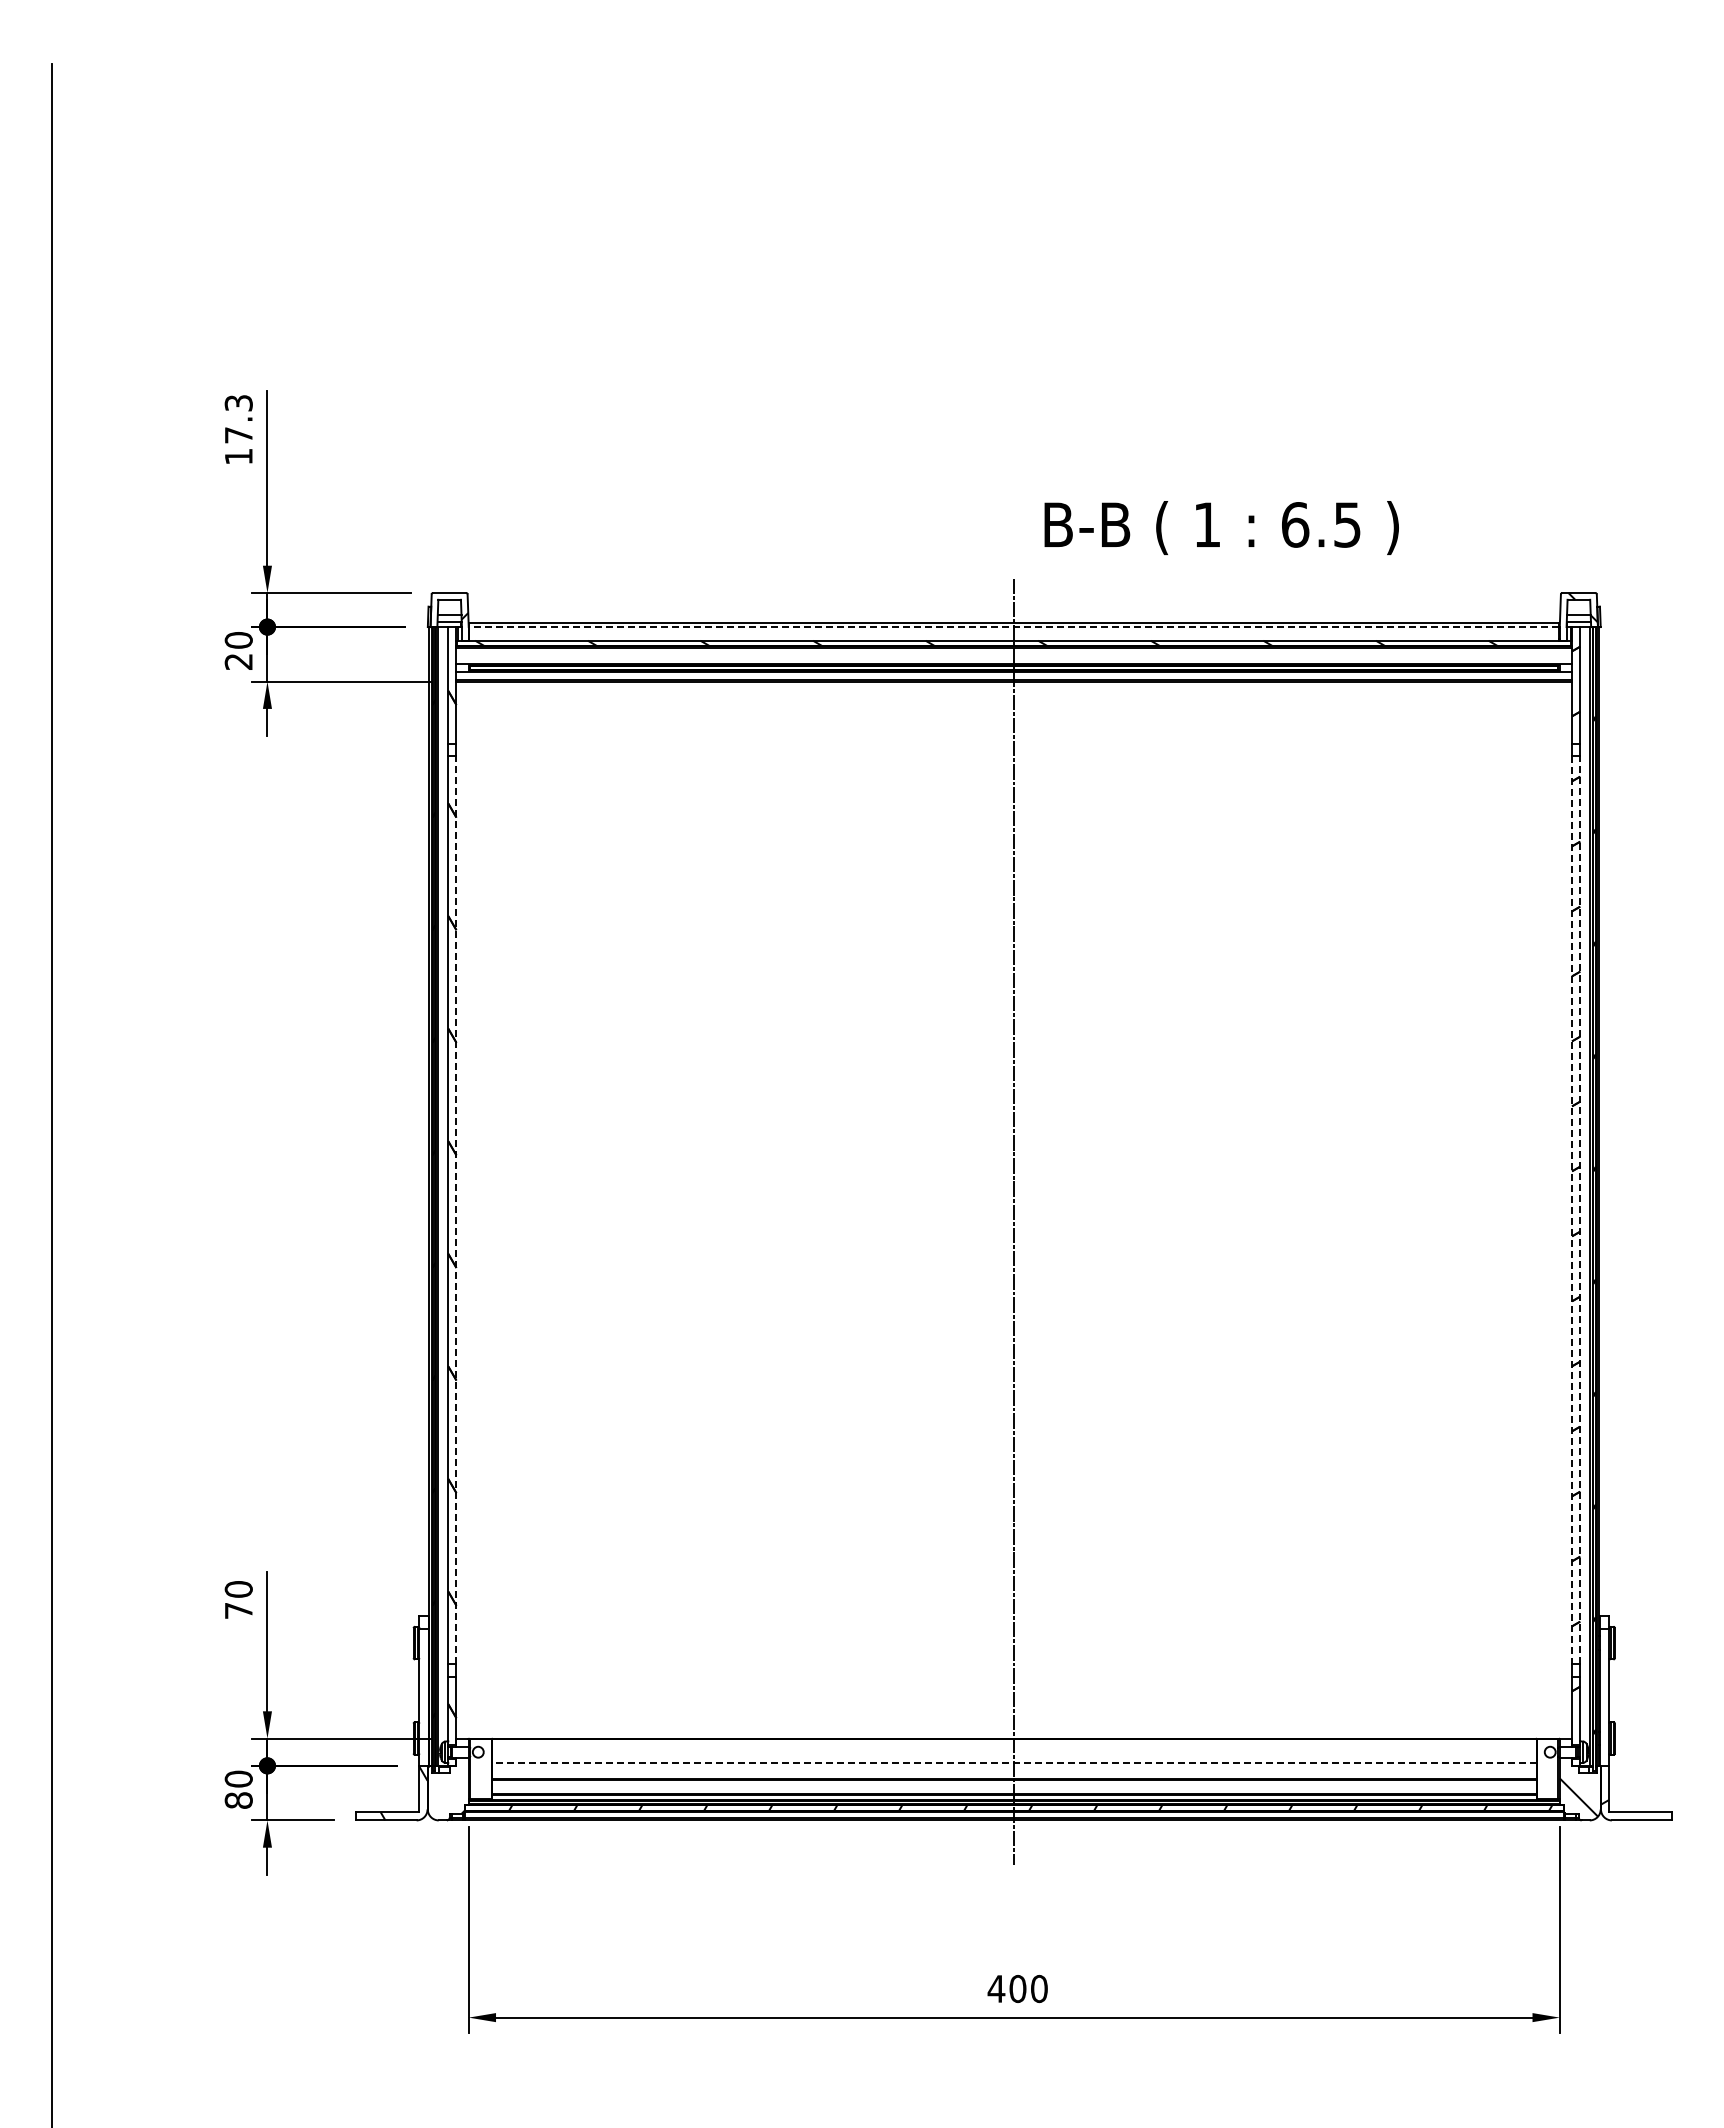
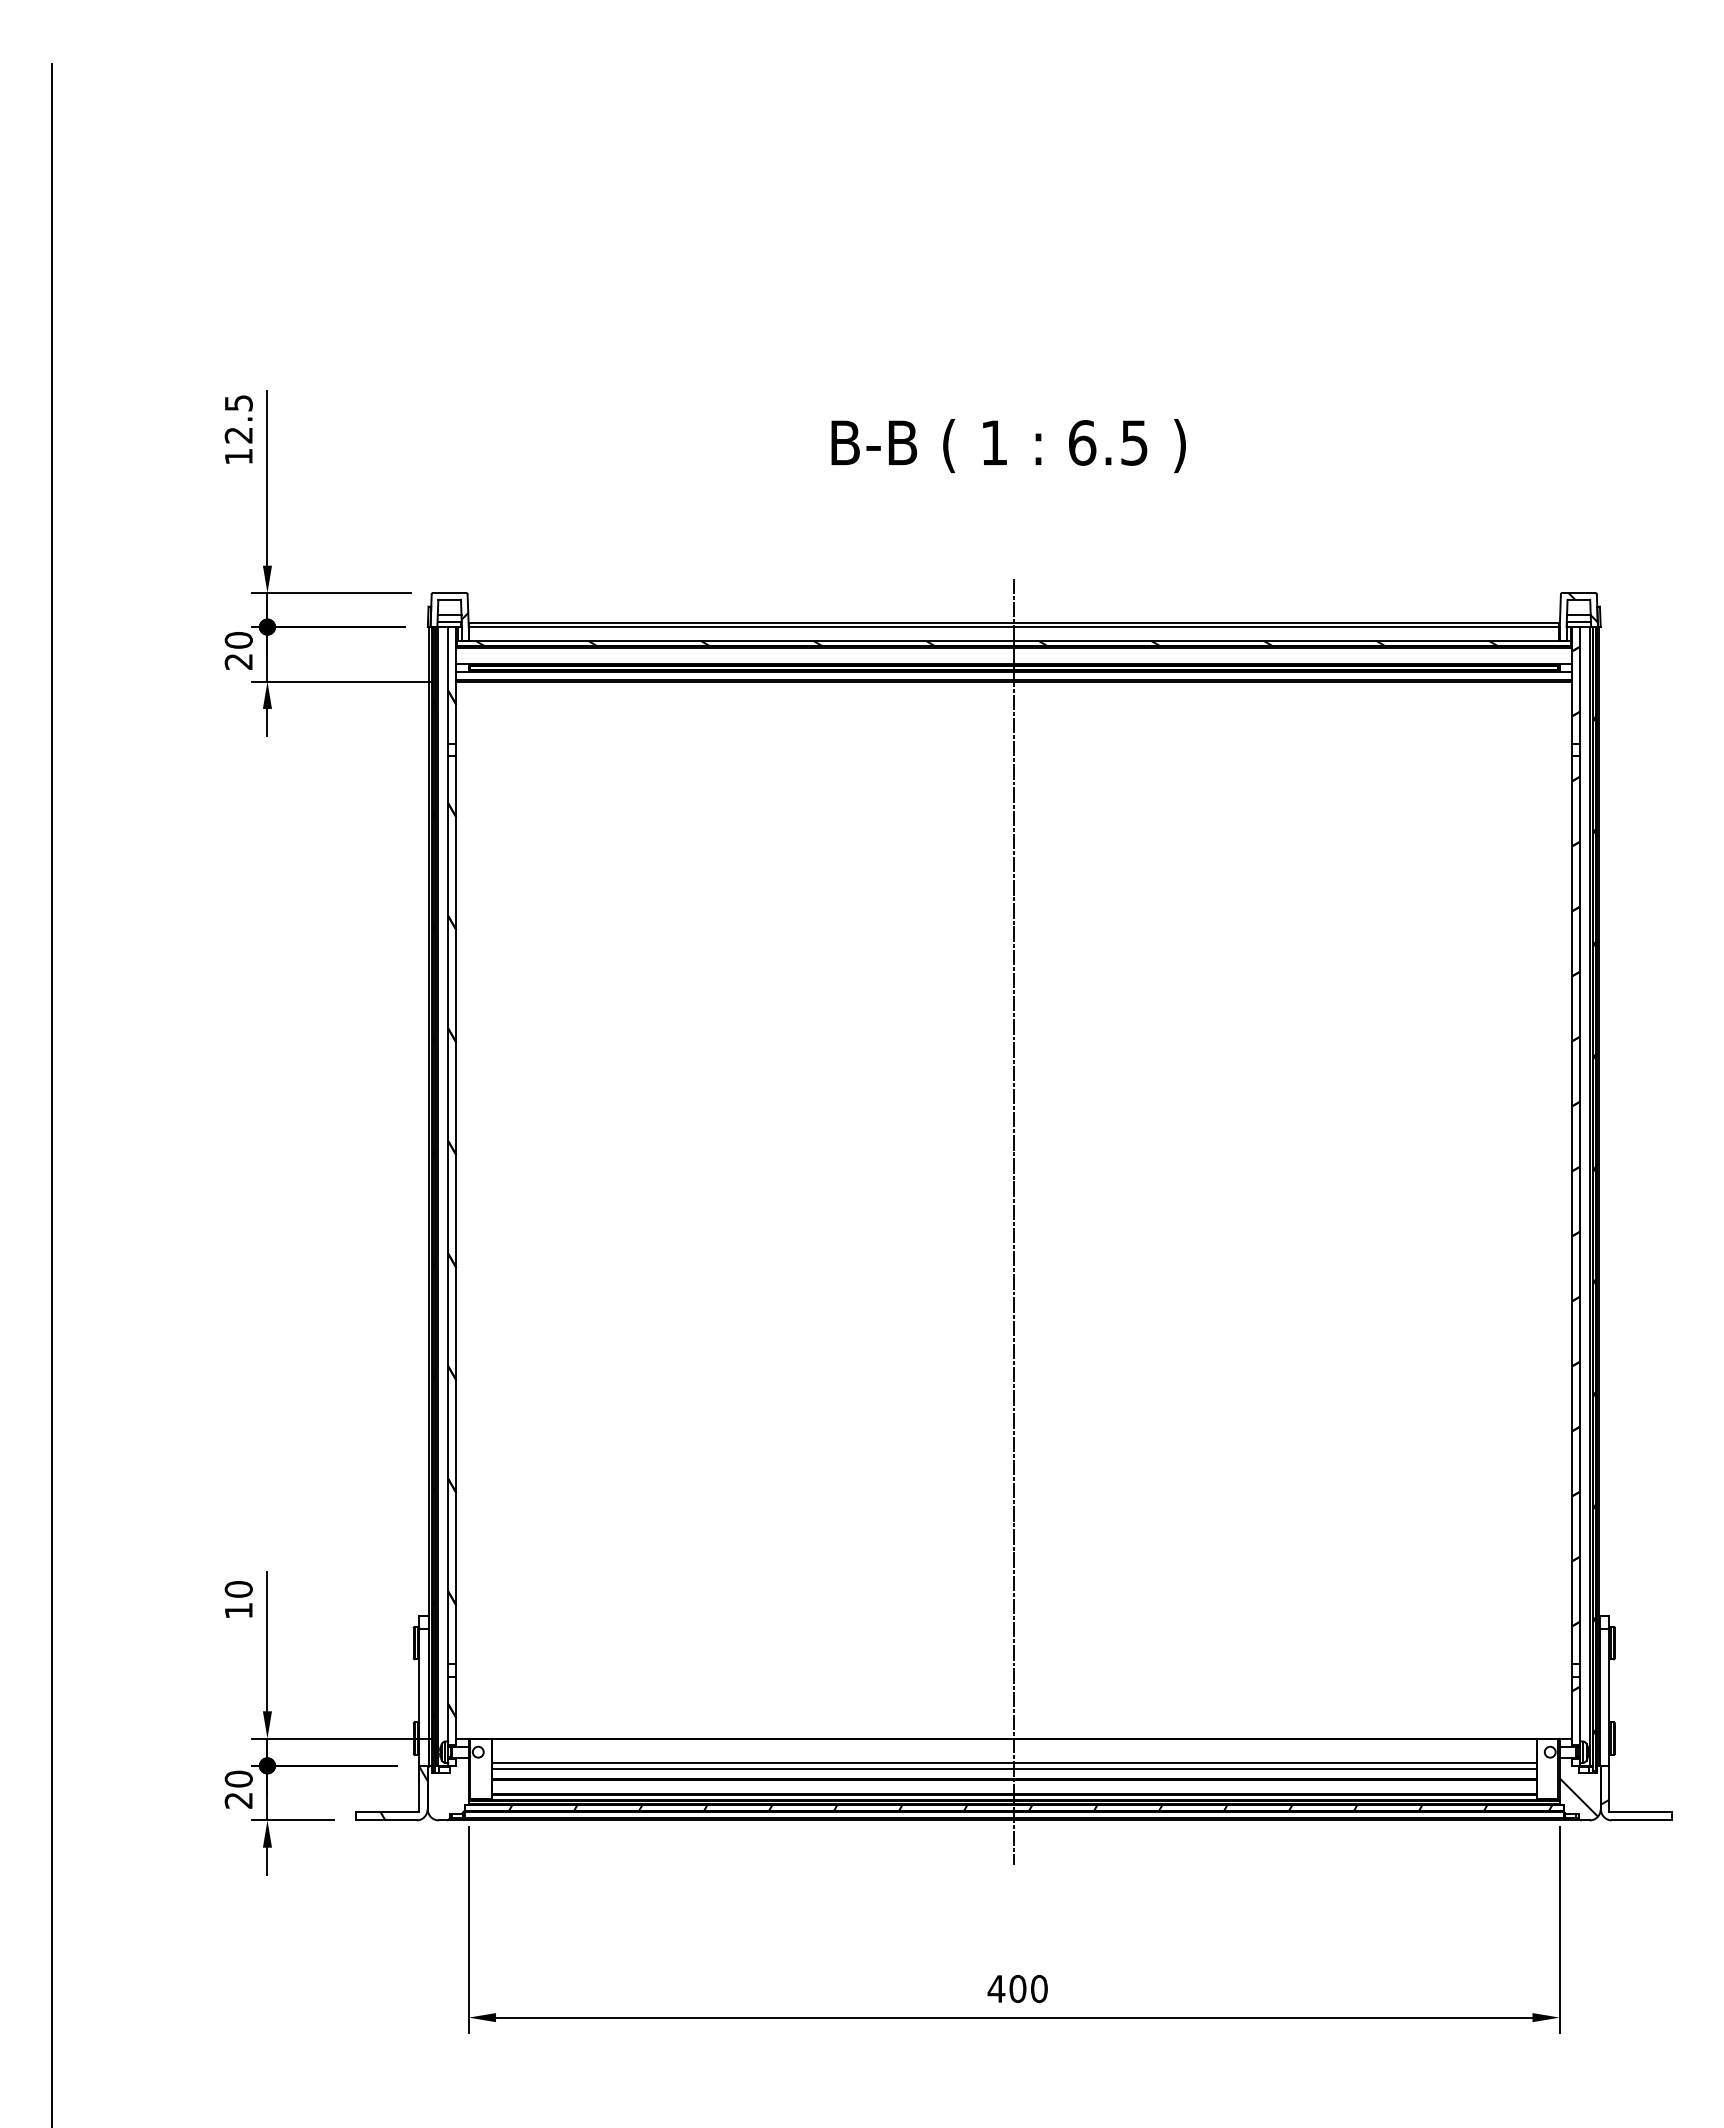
text at (238, 419): 17.3 -> 12.5
text at (1221, 527) position: (1221, 527) -> (1008, 445)
line at (1014, 627): dashed -> solid
line at (456, 1209): dashed -> solid
line at (1580, 1209): dashed -> solid
line at (1572, 1210): dashed -> solid
text at (238, 1610): 70 -> 10
line at (1013, 1763): dashed -> solid
line at (1013, 1768): none -> present
text at (238, 1800): 80 -> 20
